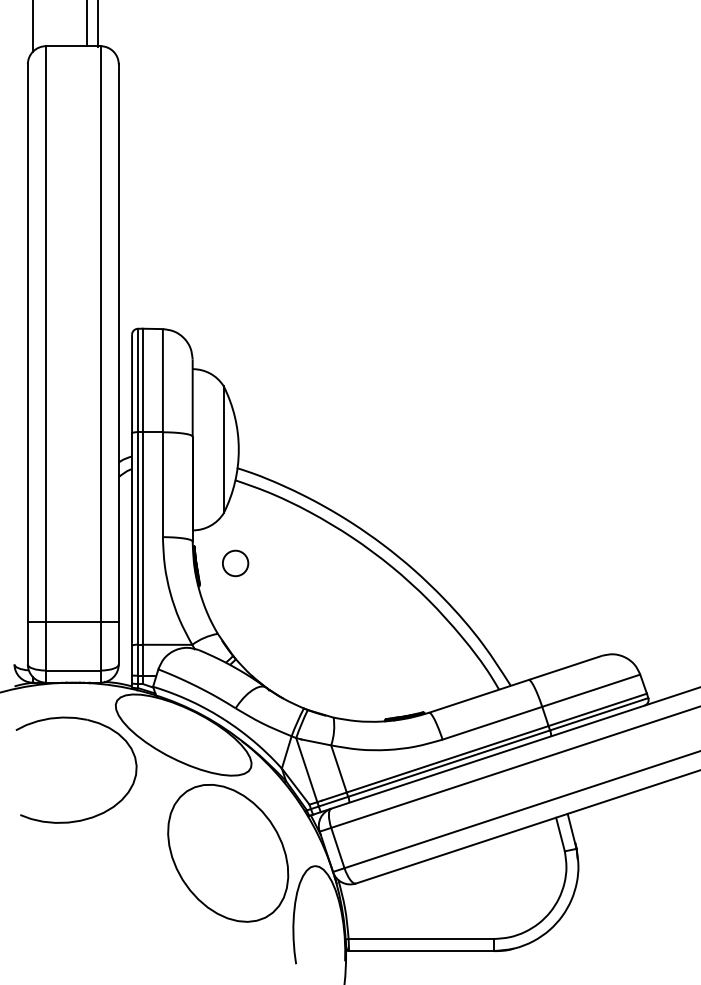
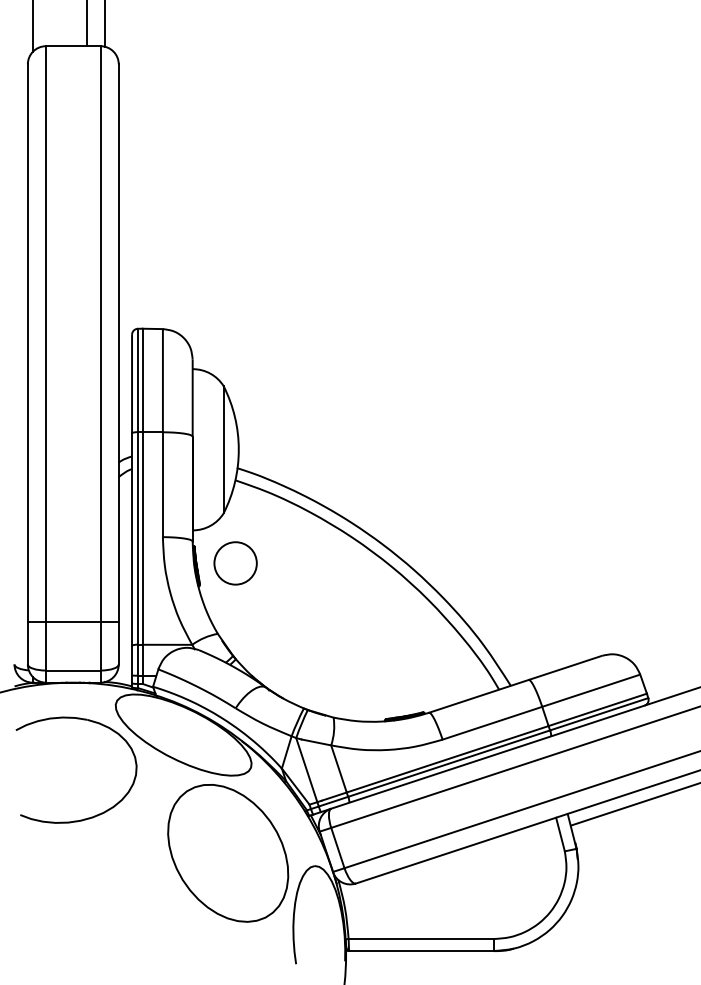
line at (98, 24) position: (98, 24) -> (105, 24)
circle at (235, 563) size: 28x29 px -> 45x45 px
line at (634, 804): none -> present
